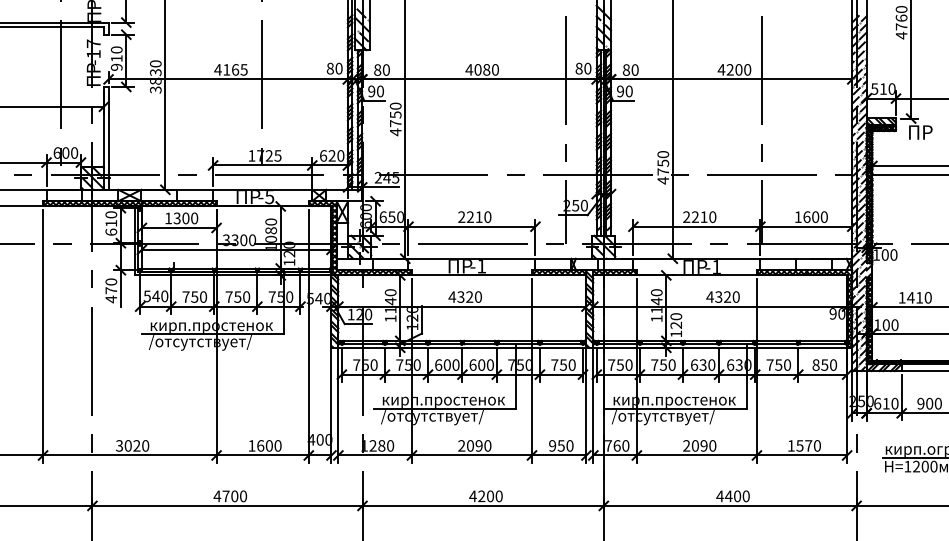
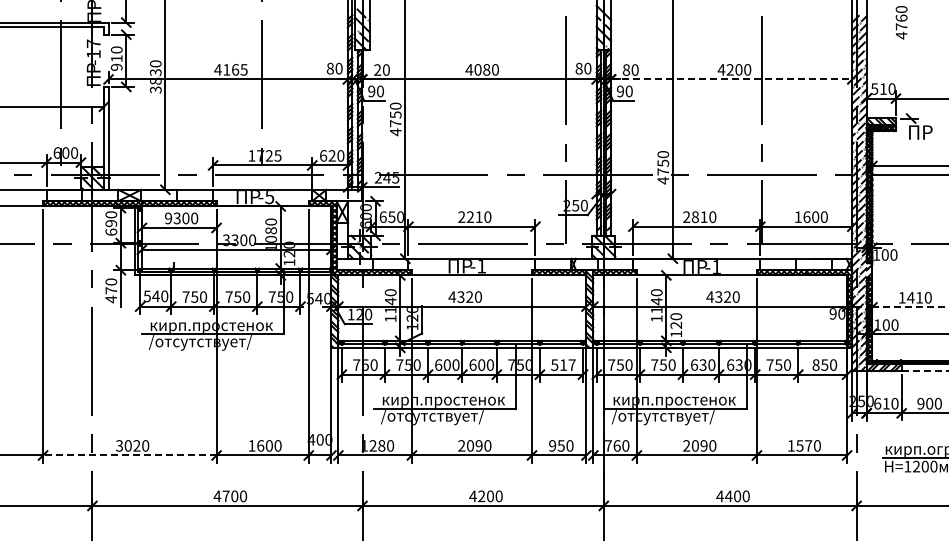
line at (911, 60): present -> none
text at (377, 69): 80 -> 20
line at (731, 79): solid -> dashed
text at (694, 217): 2210 -> 2810
text at (168, 218): 1300 -> 9300
text at (111, 223): 610 -> 690
line at (910, 307): solid -> dashed
text at (563, 364): 750 -> 517
line at (925, 371): solid -> dashed
line at (129, 455): solid -> dashed
